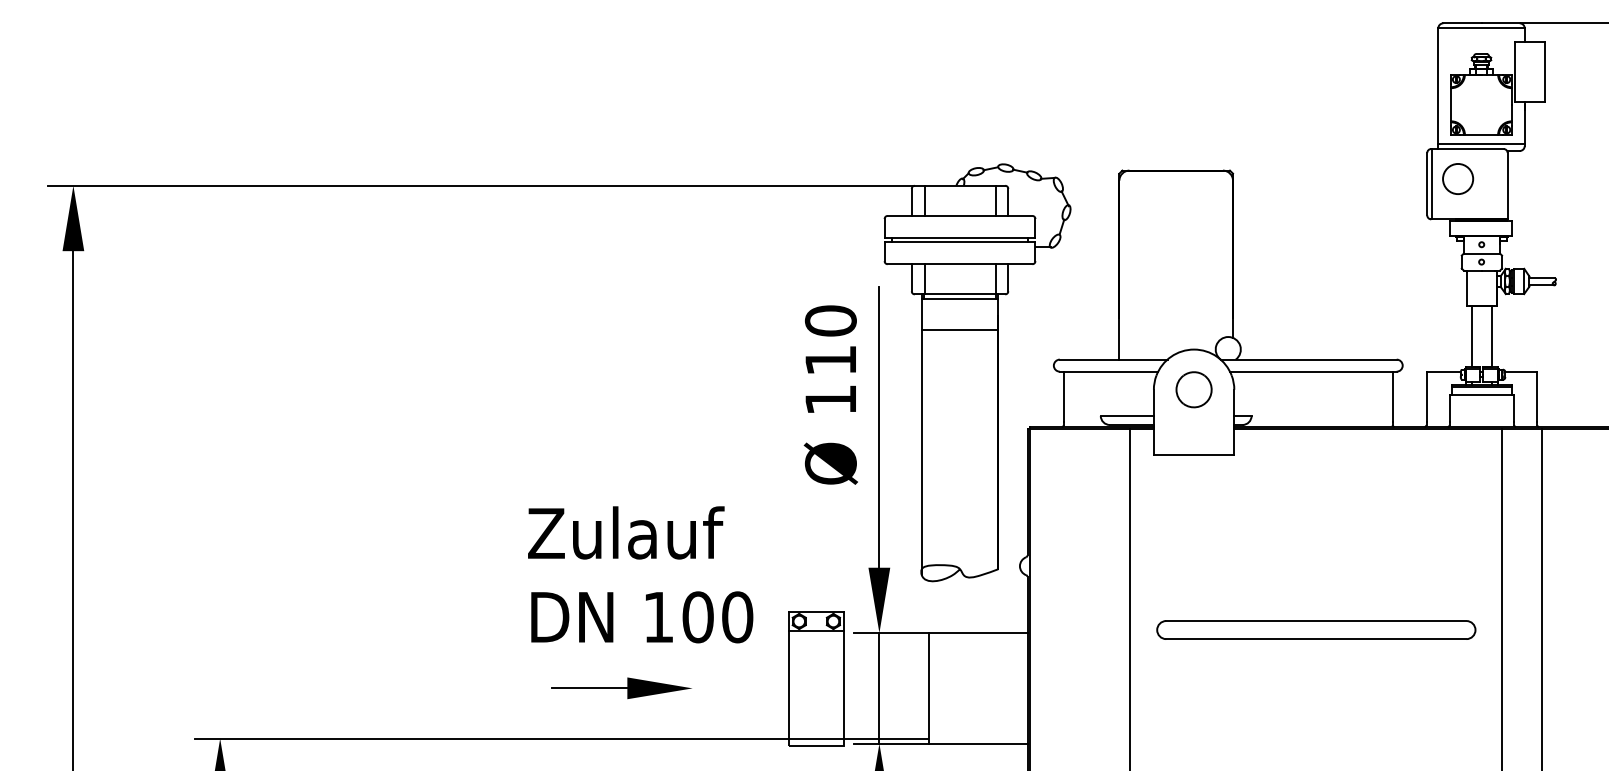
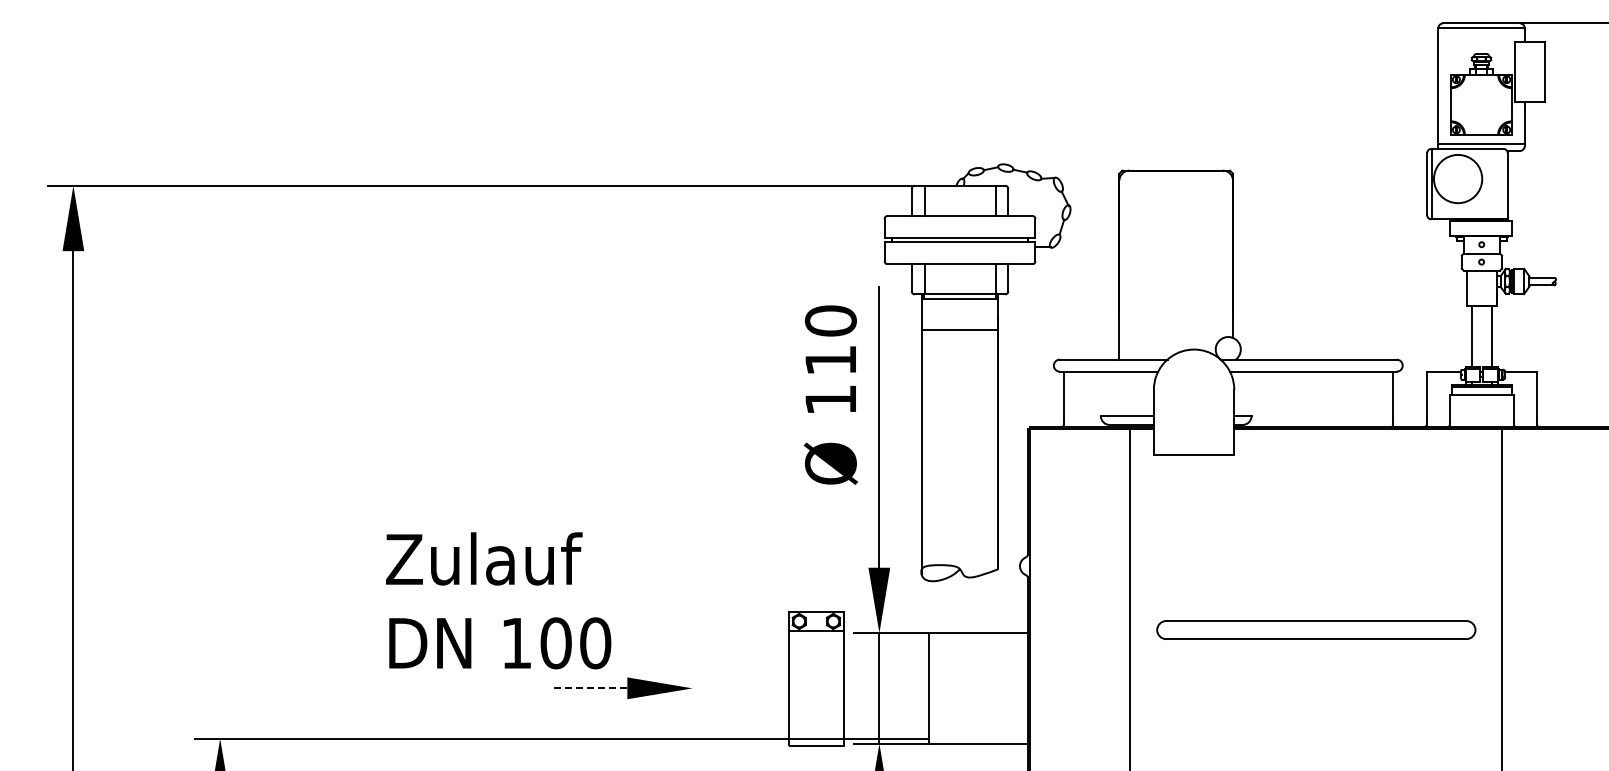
circle at (1458, 178) diameter: 30 px -> 48 px
part at (1193, 389): present -> none
text at (640, 574) position: (640, 574) -> (498, 600)
line at (1541, 598): present -> none
line at (589, 688): solid -> dashed
